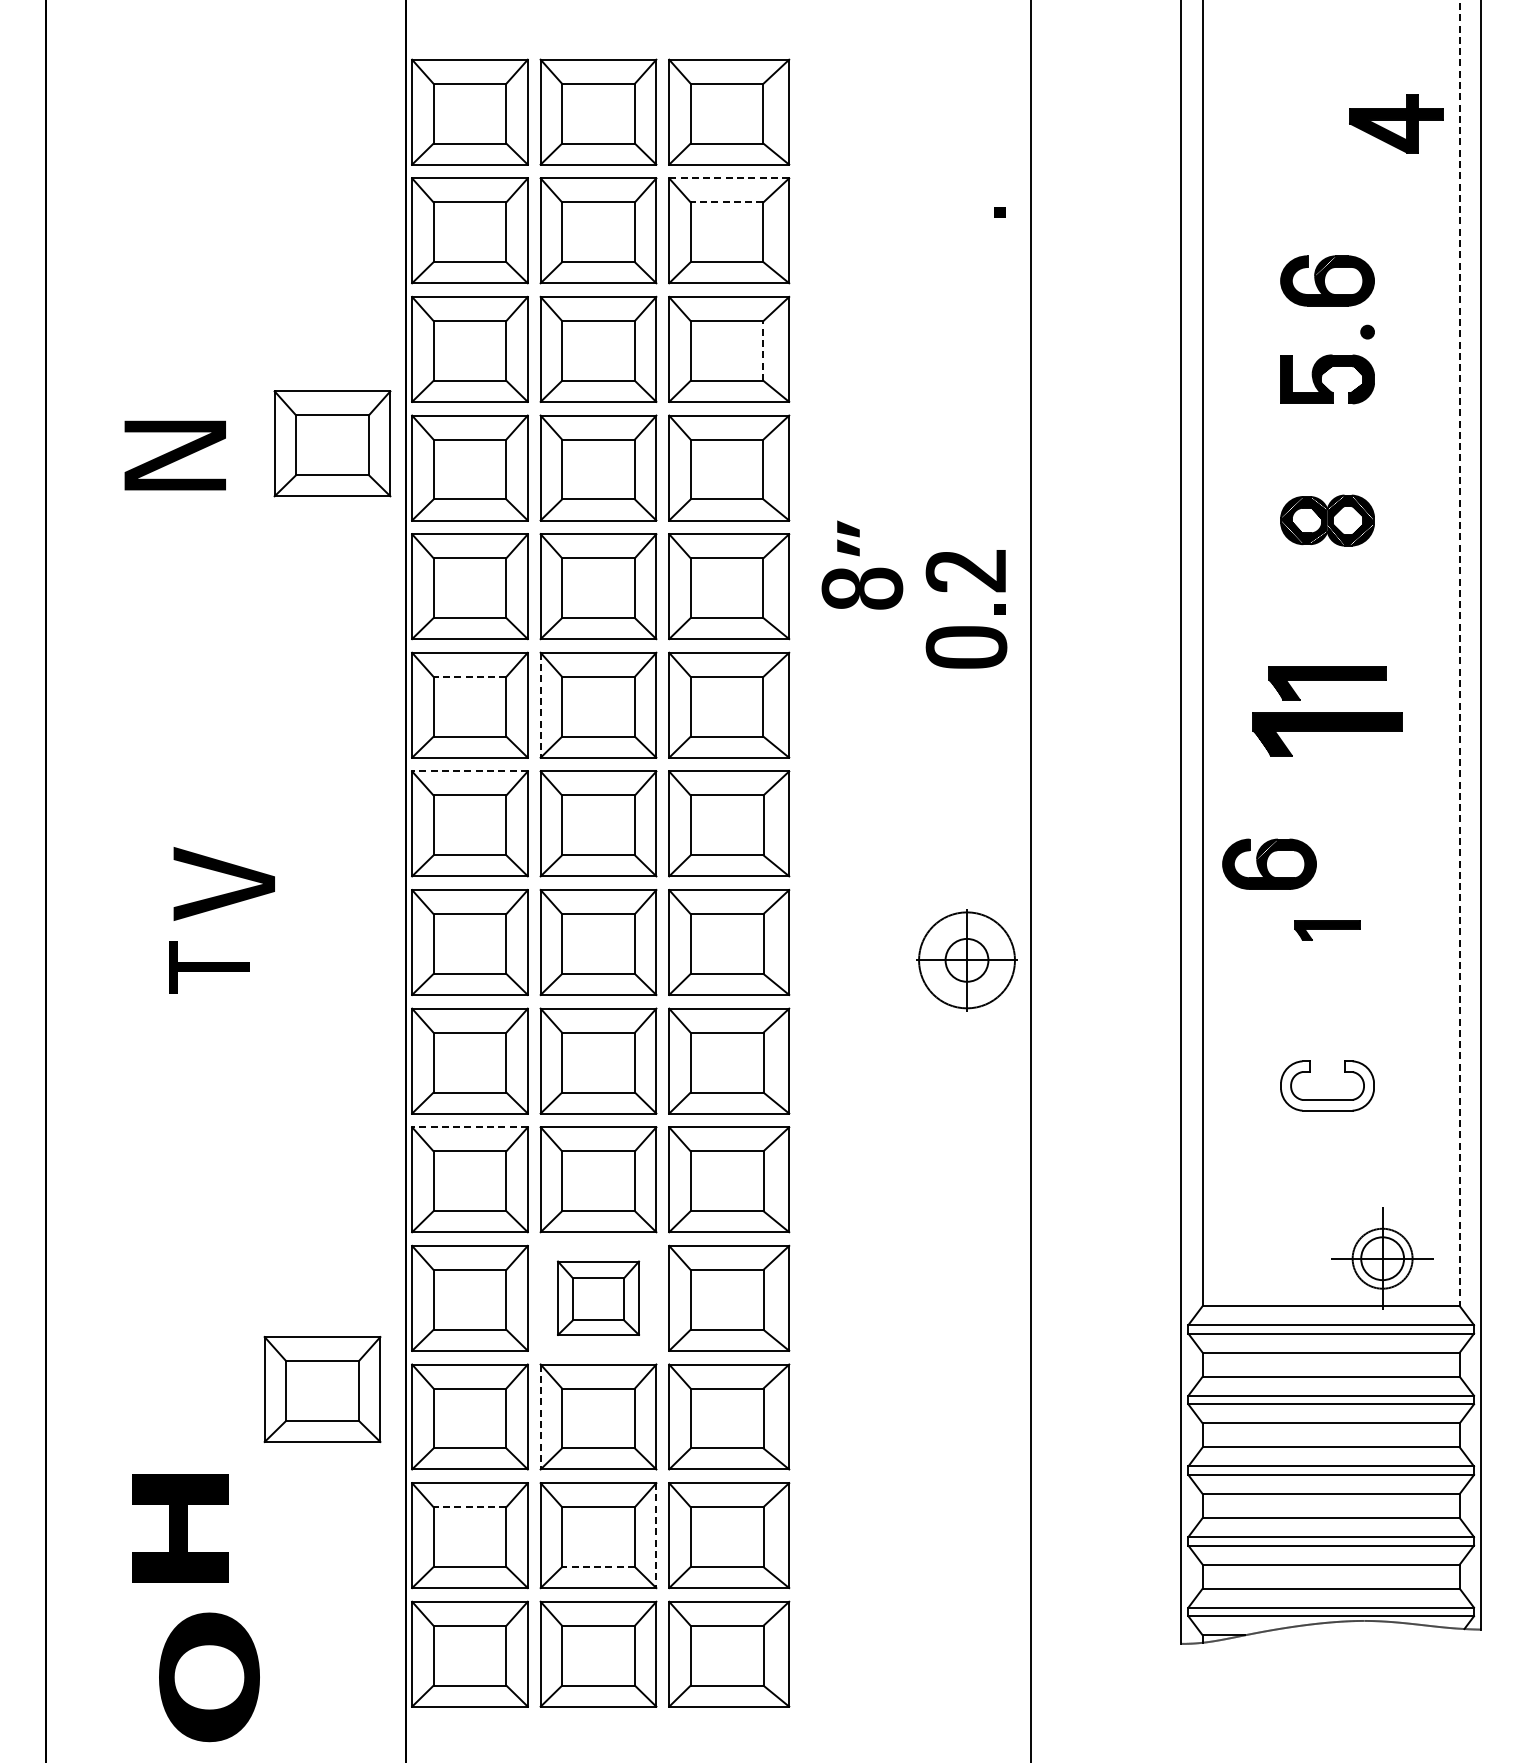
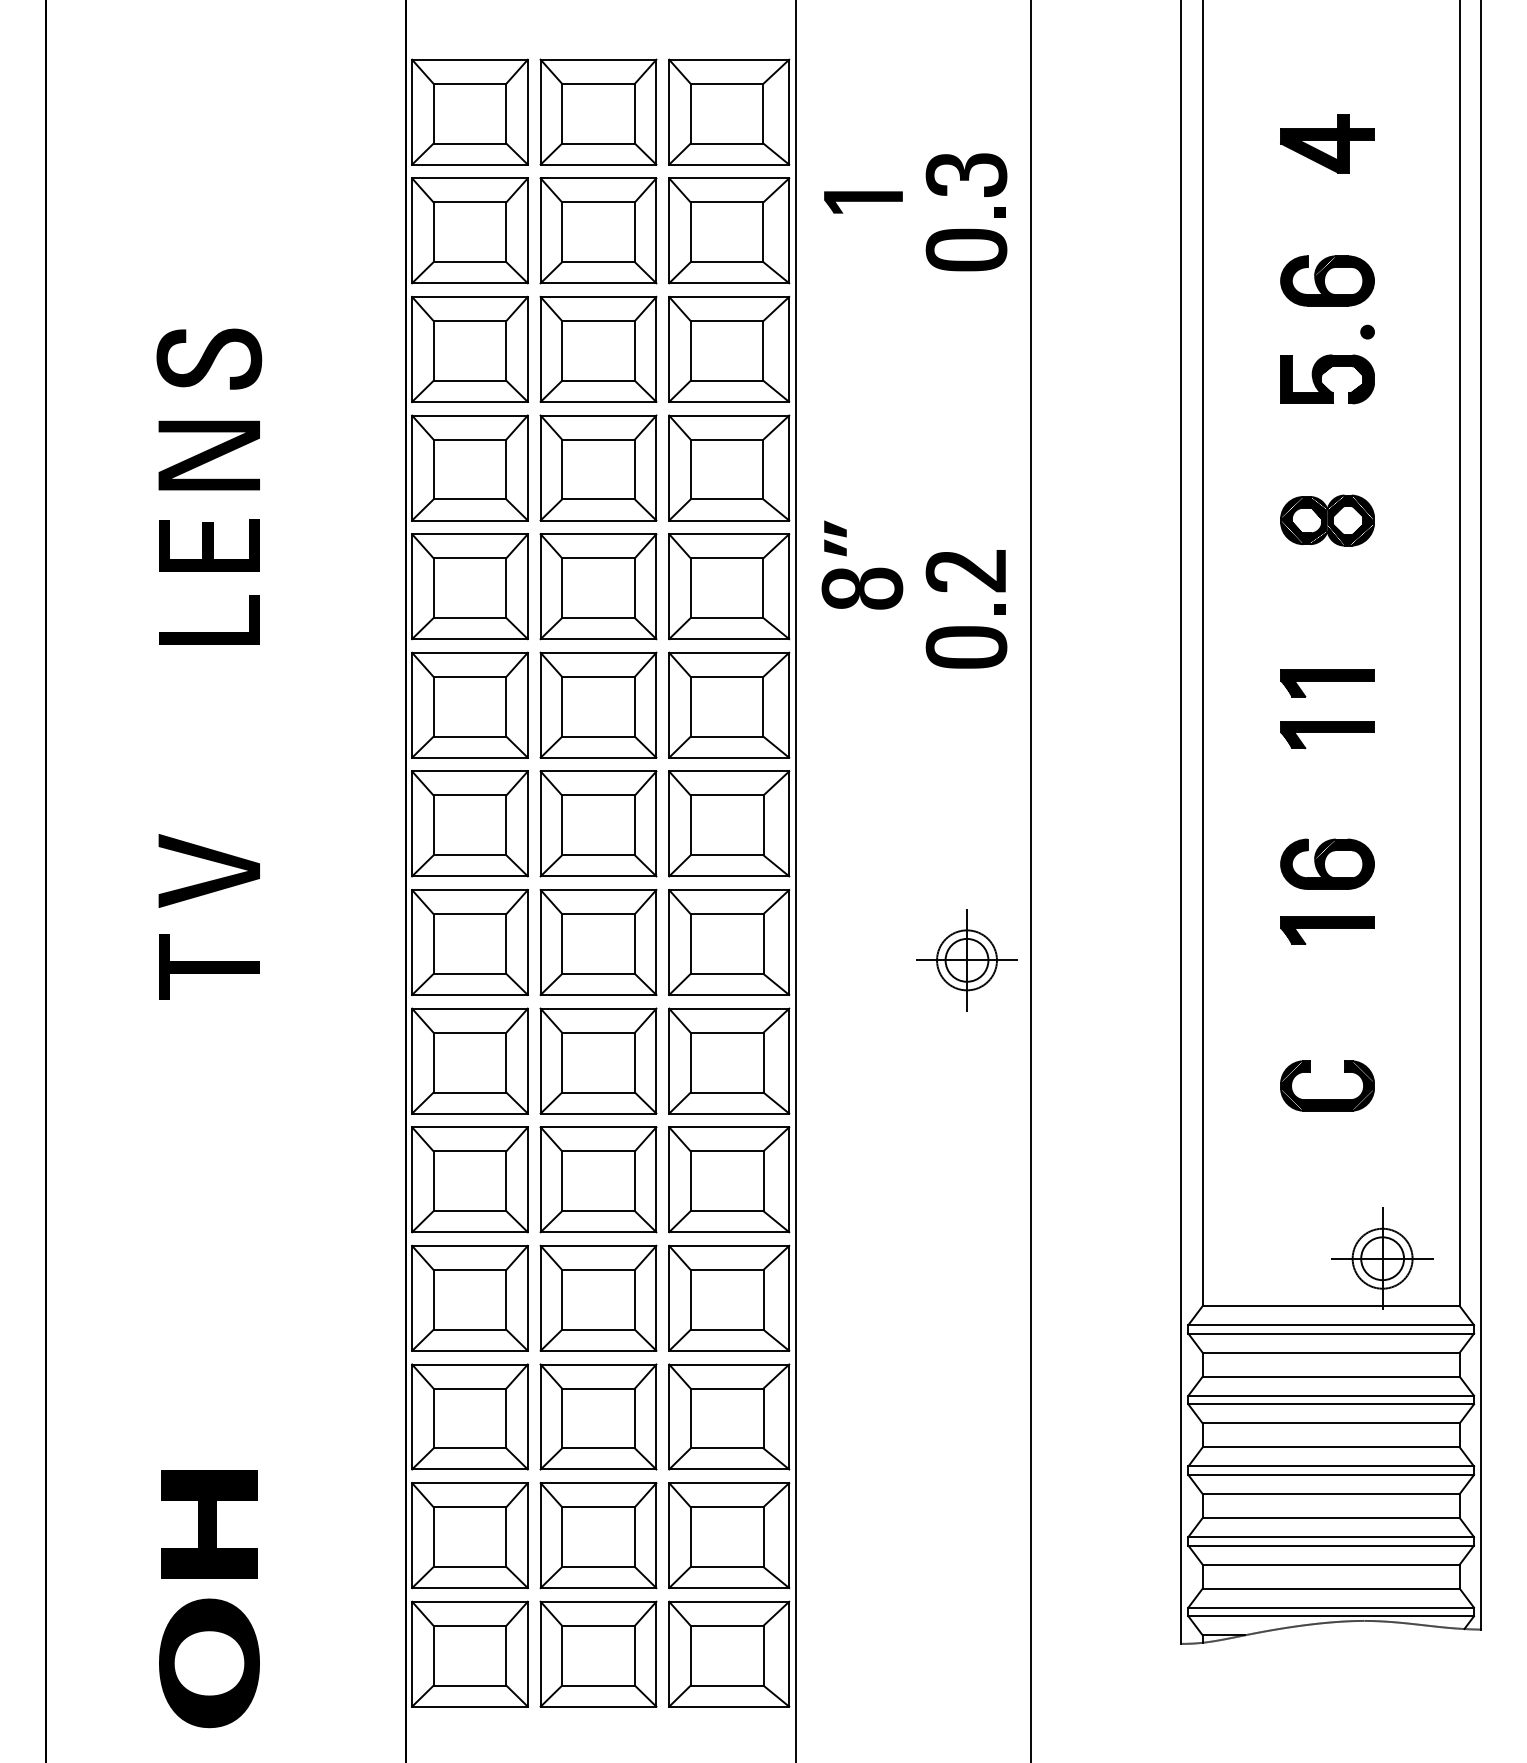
part at (1396, 123) position: (1396, 123) -> (1327, 143)
part at (966, 174): none -> present
line at (729, 178): dashed -> solid
line at (726, 202): dashed -> solid
part at (863, 202): none -> present
part at (966, 249): none -> present
line at (763, 350): dashed -> solid
part at (209, 358): none -> present
part at (332, 443): present -> none
part at (174, 455) position: (174, 455) -> (208, 455)
part at (848, 538) position: (848, 538) -> (835, 538)
fill at (209, 544): none -> present
part at (209, 632): none -> present
line at (1459, 653): dashed -> solid
line at (469, 676): dashed -> solid
part at (1327, 683) size: 119x35 px -> 95x29 px
line at (540, 705): dashed -> solid
part at (1327, 734) size: 151x45 px -> 95x29 px
line at (470, 771): dashed -> solid
part at (1269, 863) position: (1269, 863) -> (1327, 863)
part at (227, 874) position: (227, 874) -> (212, 861)
line at (795, 880): none -> present
part at (1327, 930) size: 67x21 px -> 95x29 px
circle at (967, 960) diameter: 96 px -> 60 px
part at (209, 967) size: 81x53 px -> 101x66 px
fill at (1327, 1085): none -> present
line at (470, 1127): dashed -> solid
part at (598, 1297) size: 84x76 px -> 119x108 px
part at (322, 1389): present -> none
line at (540, 1417): dashed -> solid
line at (469, 1507): dashed -> solid
part at (180, 1528) position: (180, 1528) -> (209, 1524)
line at (656, 1536): dashed -> solid
line at (598, 1567): dashed -> solid
part at (209, 1677) position: (209, 1677) -> (209, 1663)
